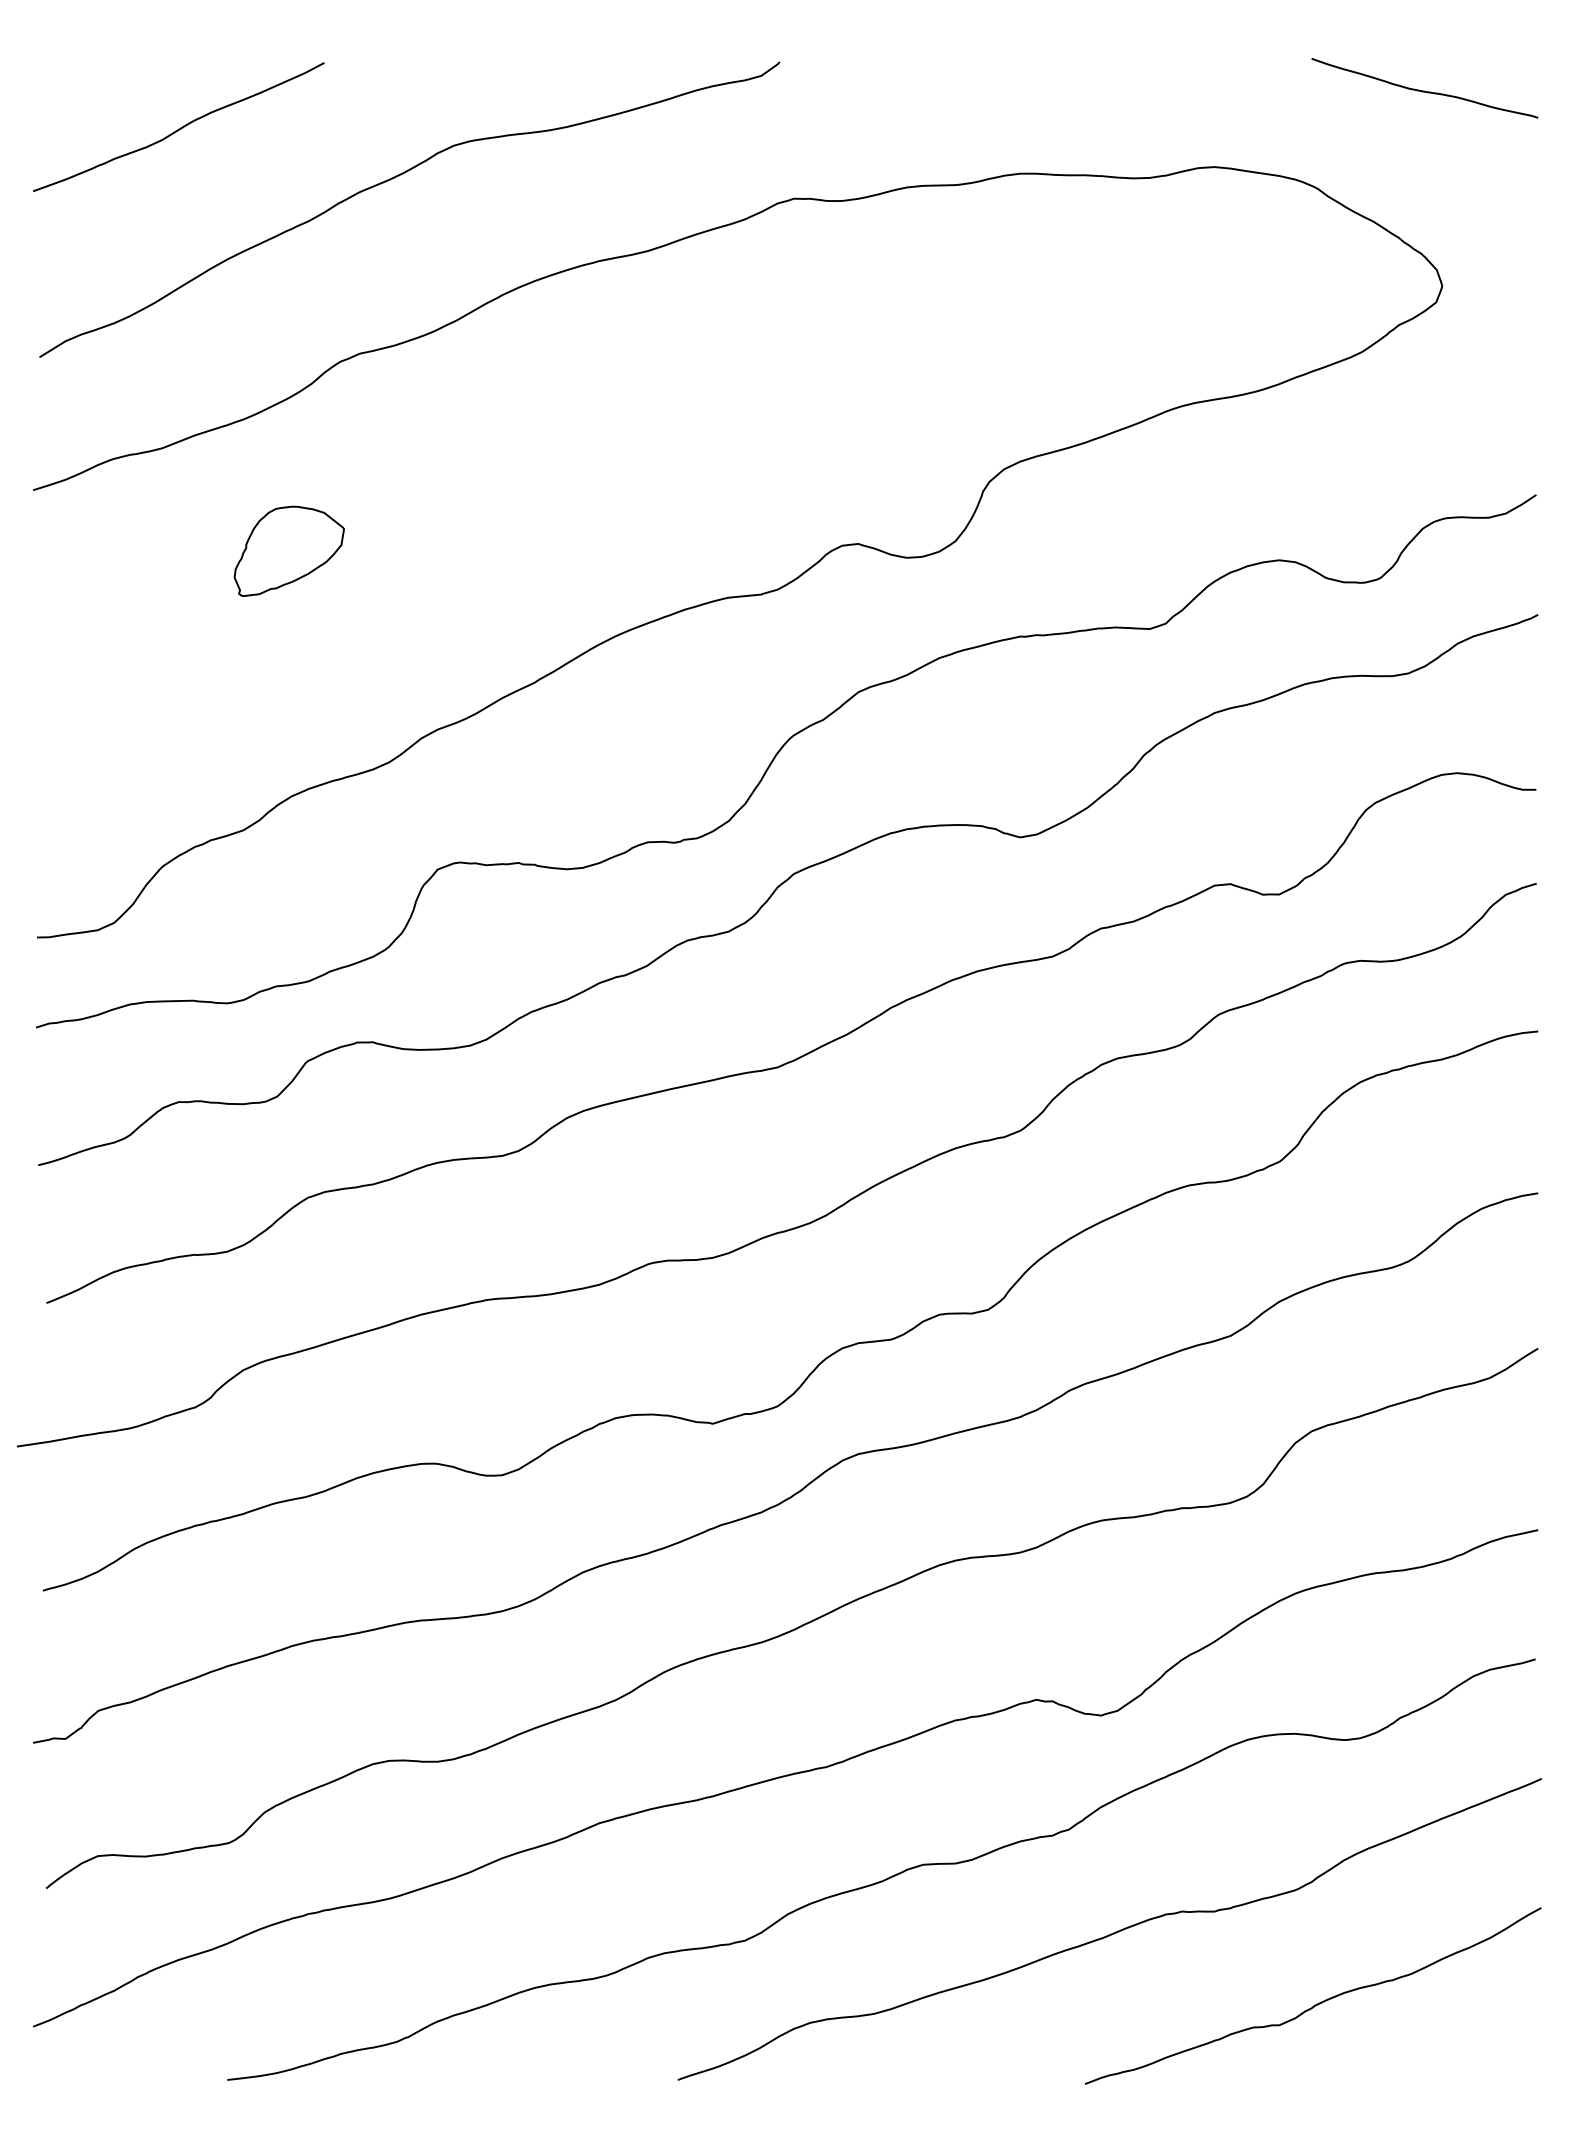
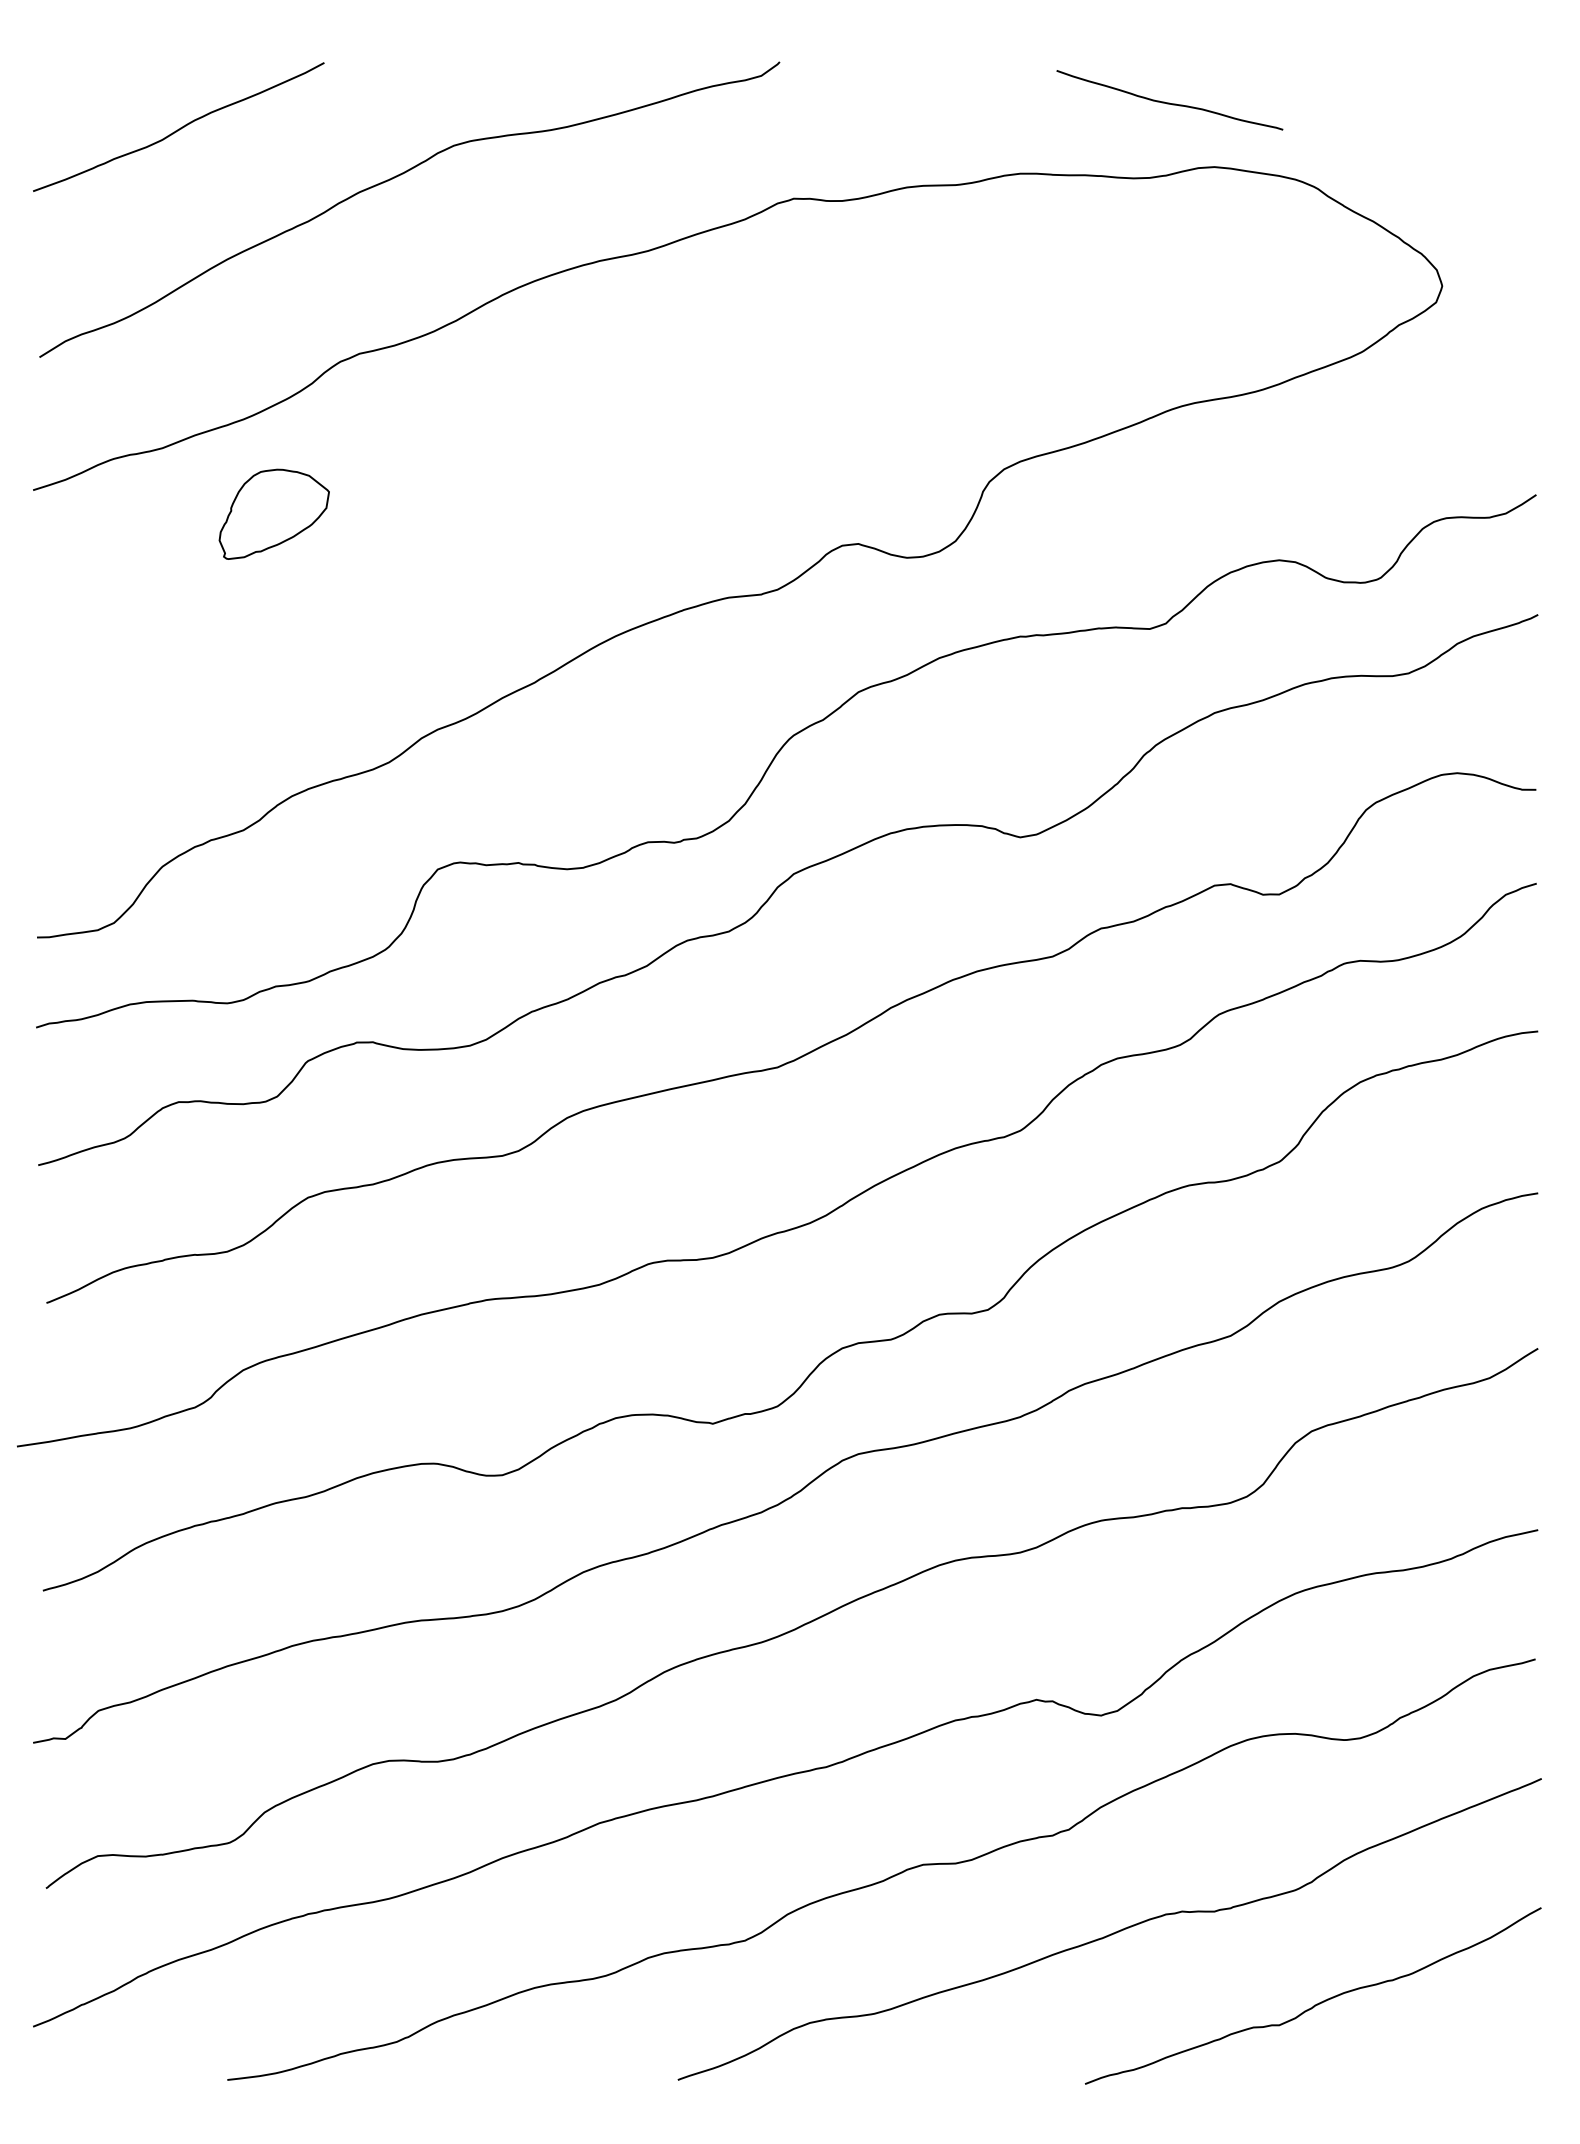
curve at (1424, 90) position: (1424, 90) -> (1169, 102)
part at (288, 550) position: (288, 550) -> (273, 513)
